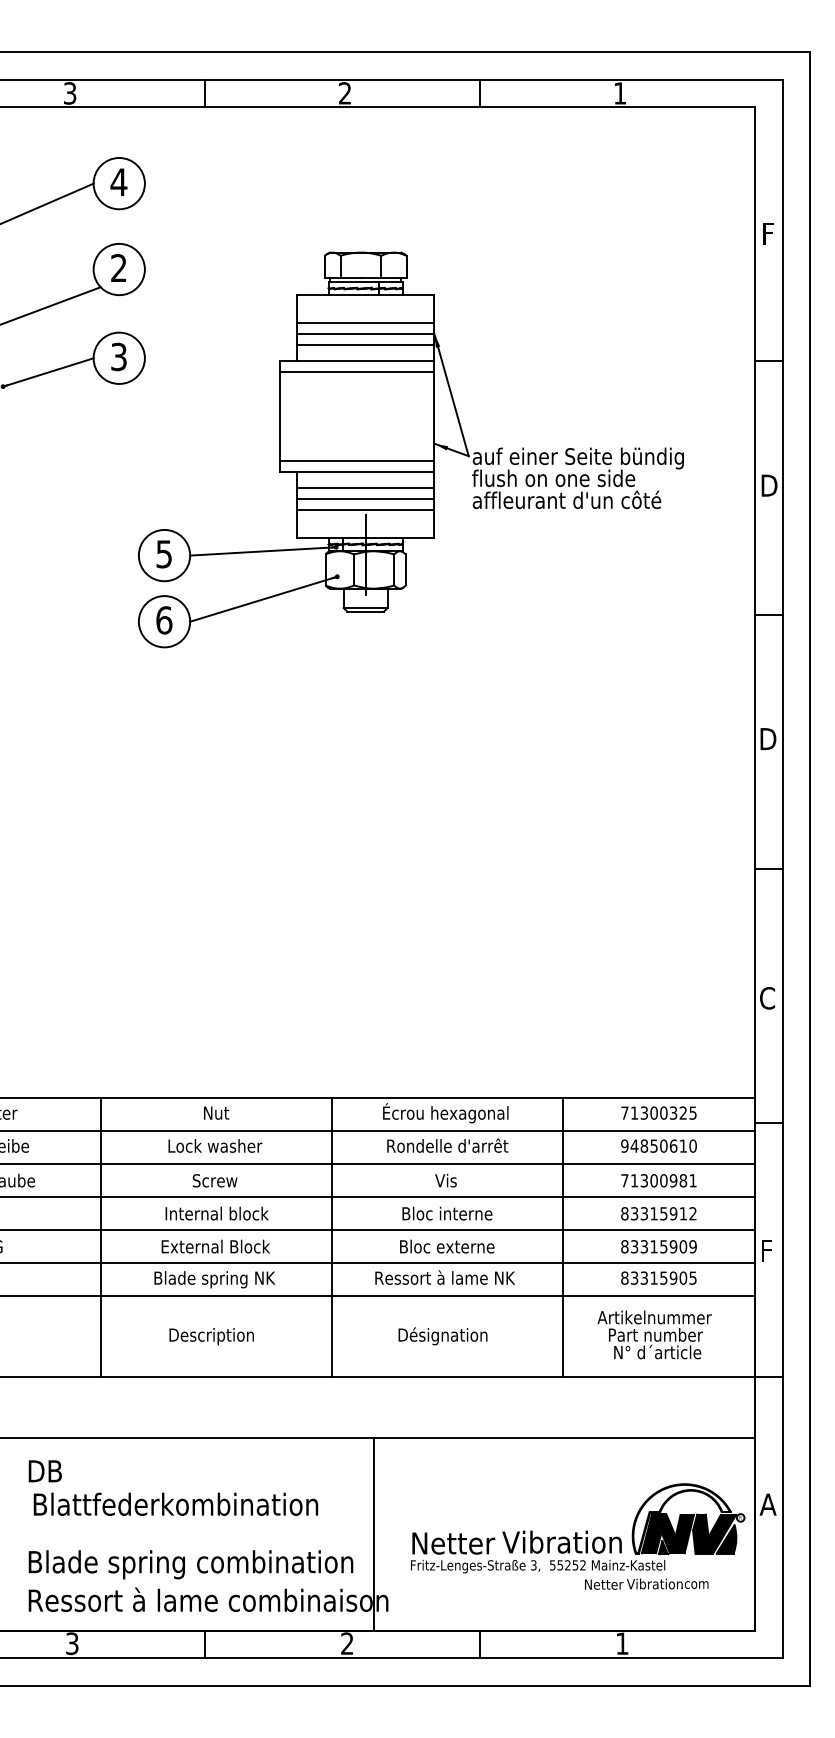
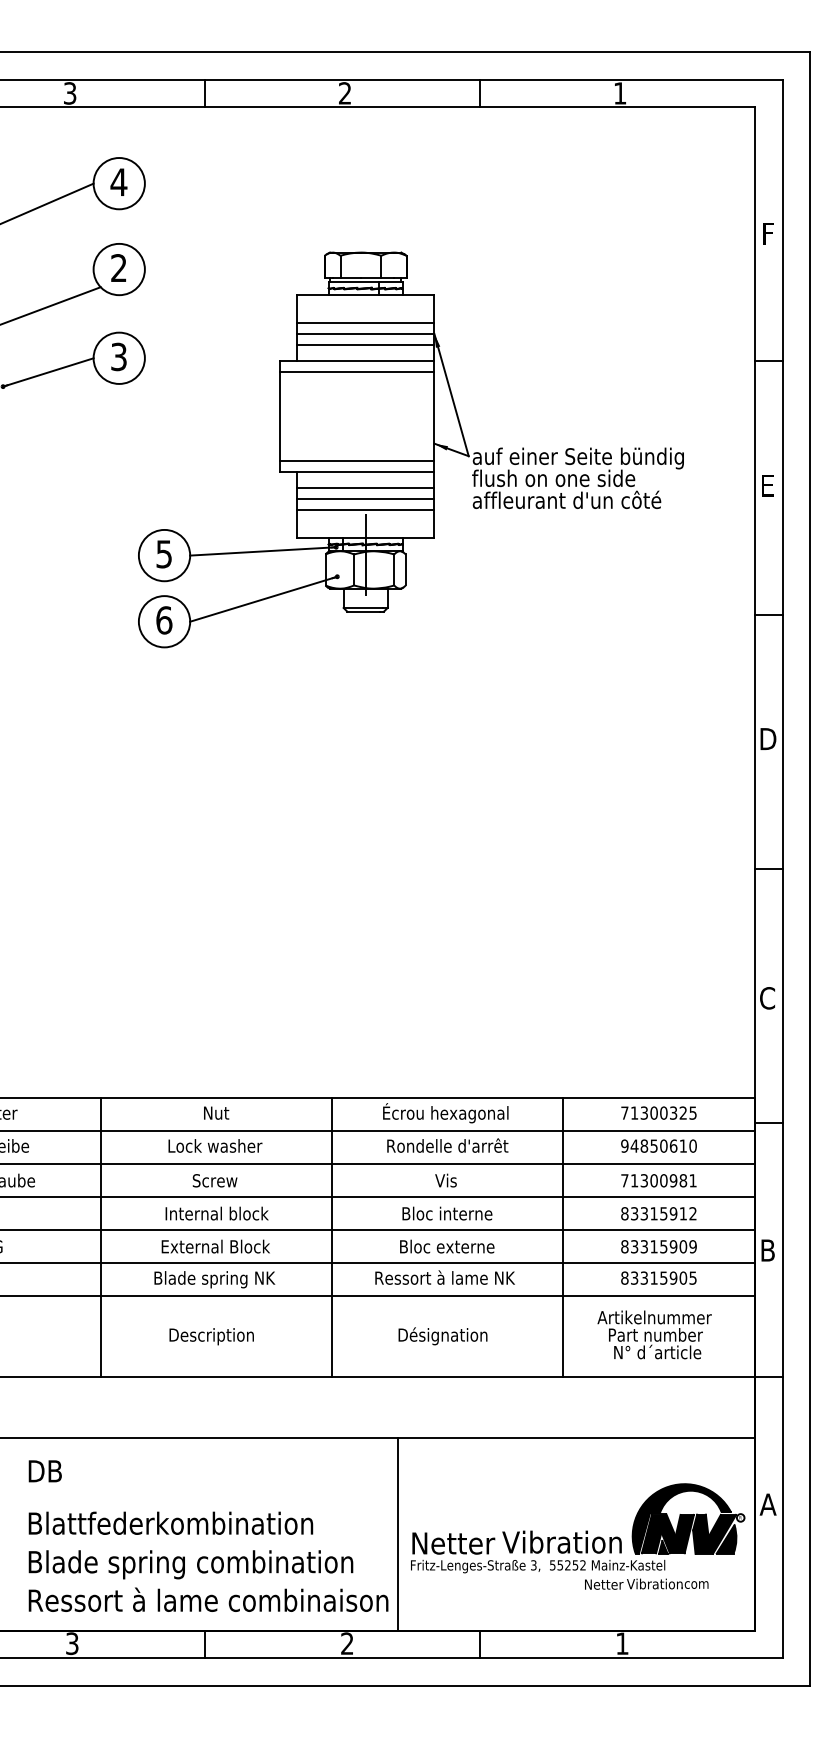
text at (769, 485): D -> E
text at (767, 1250): F -> B
text at (175, 1503) position: (175, 1503) -> (170, 1522)
fill at (681, 1518): none -> present
line at (373, 1534) position: (373, 1534) -> (397, 1534)
